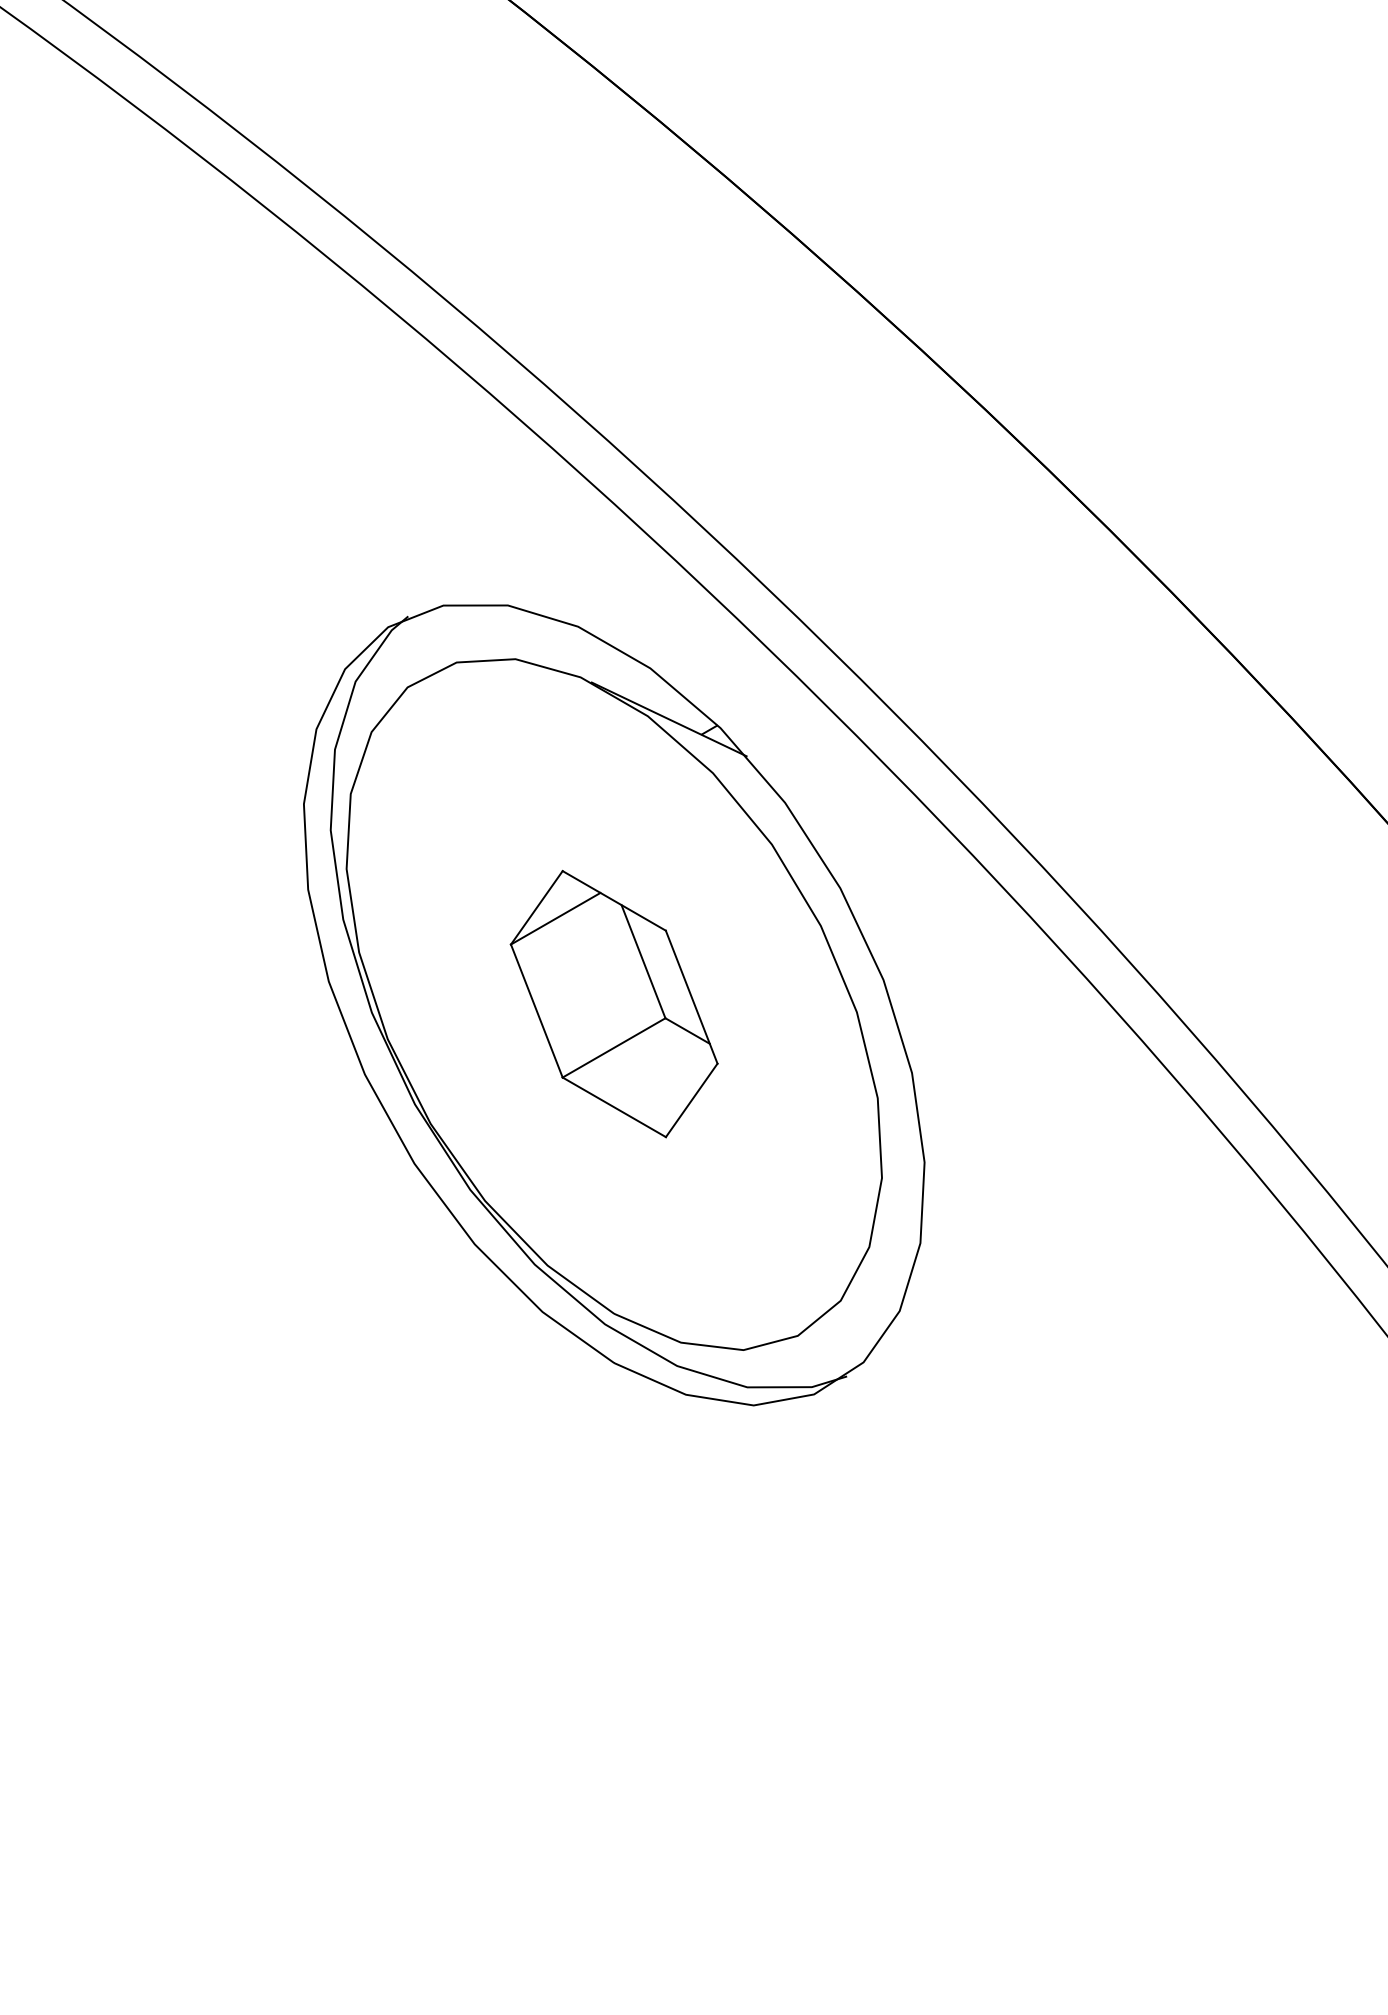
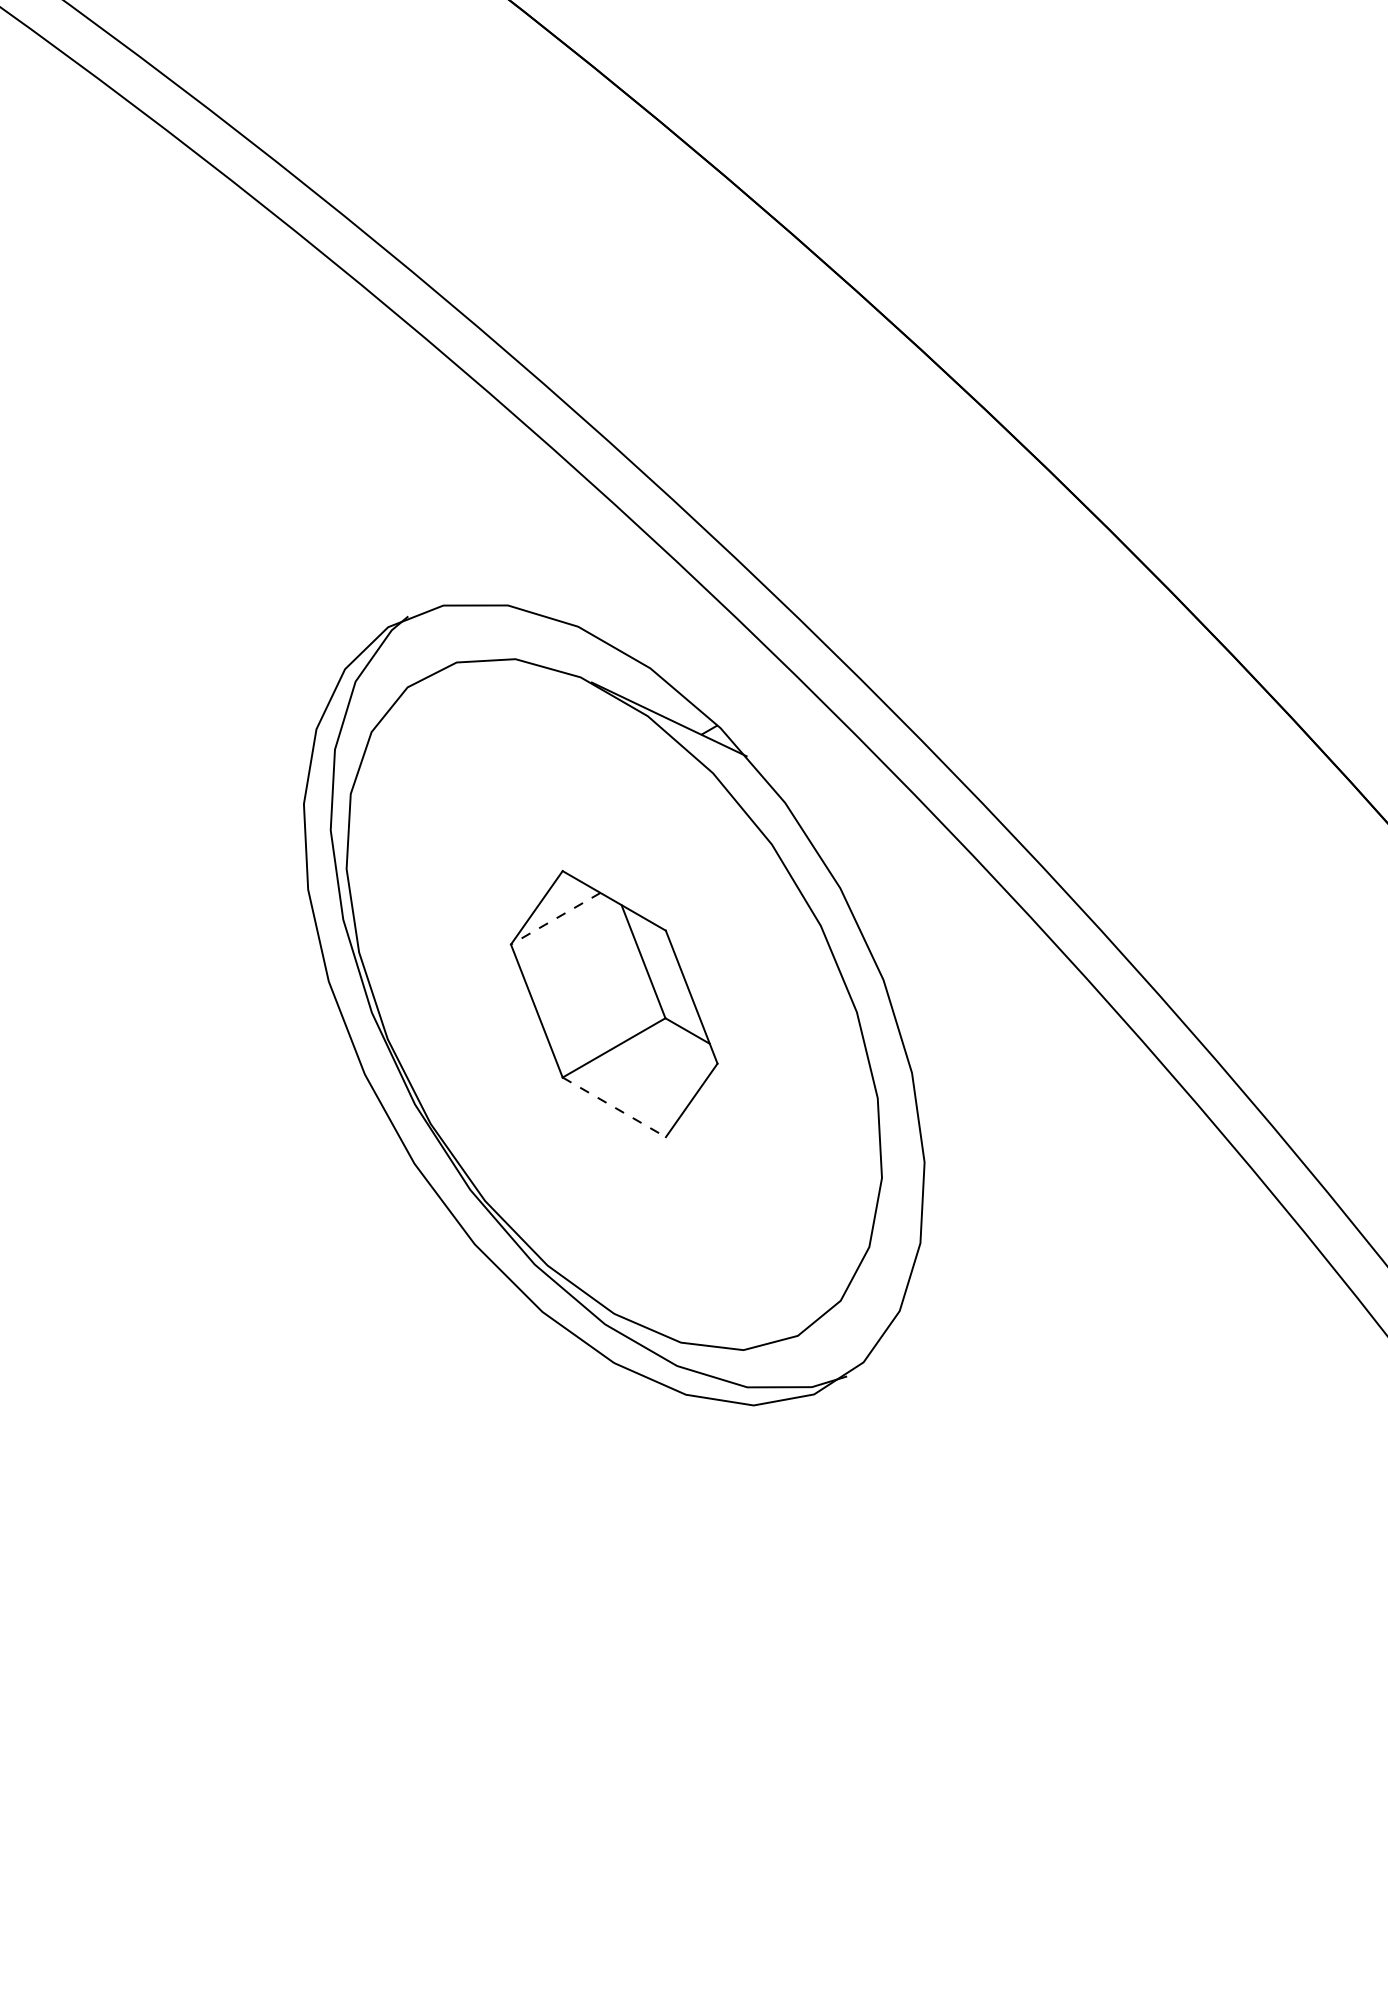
line at (555, 918): solid -> dashed
line at (614, 1107): solid -> dashed
